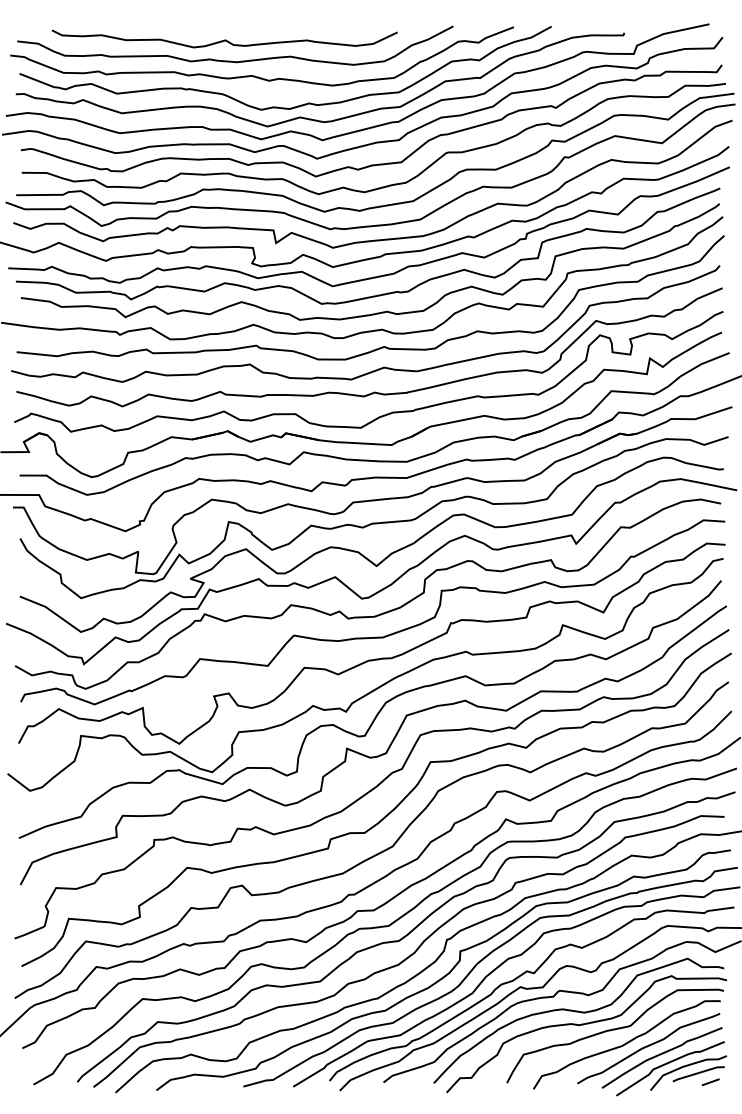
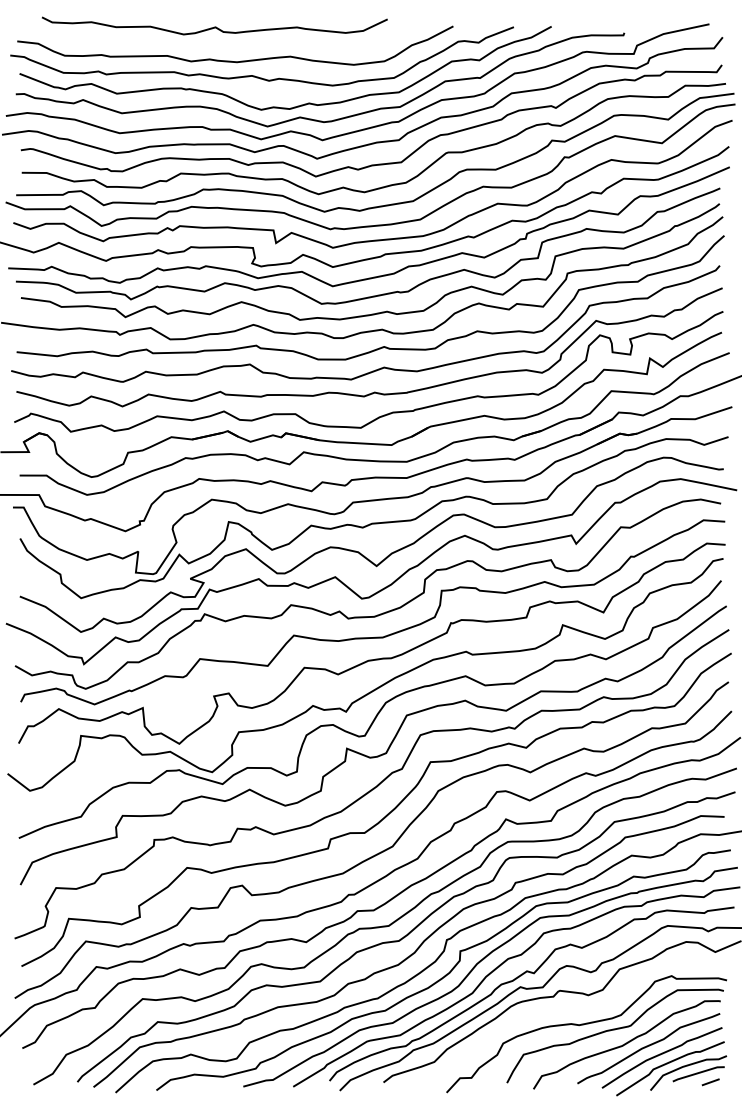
curve at (224, 39) position: (224, 39) -> (214, 26)
curve at (581, 1013): present -> none
